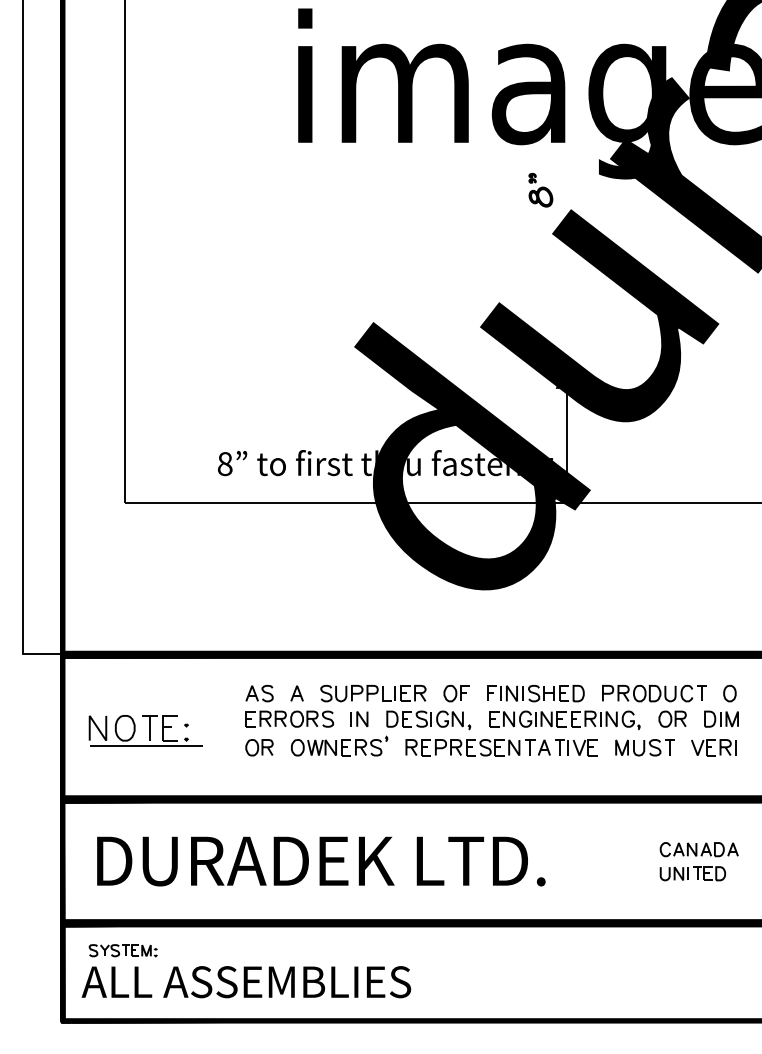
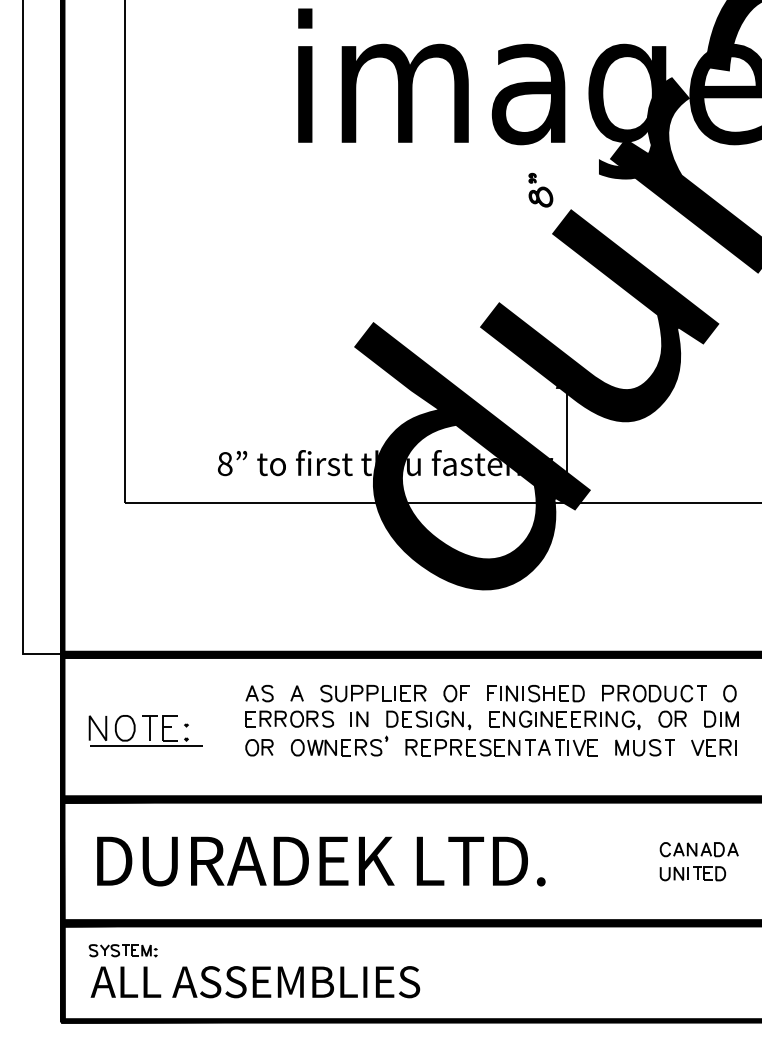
text at (246, 982) position: (246, 982) -> (255, 982)
